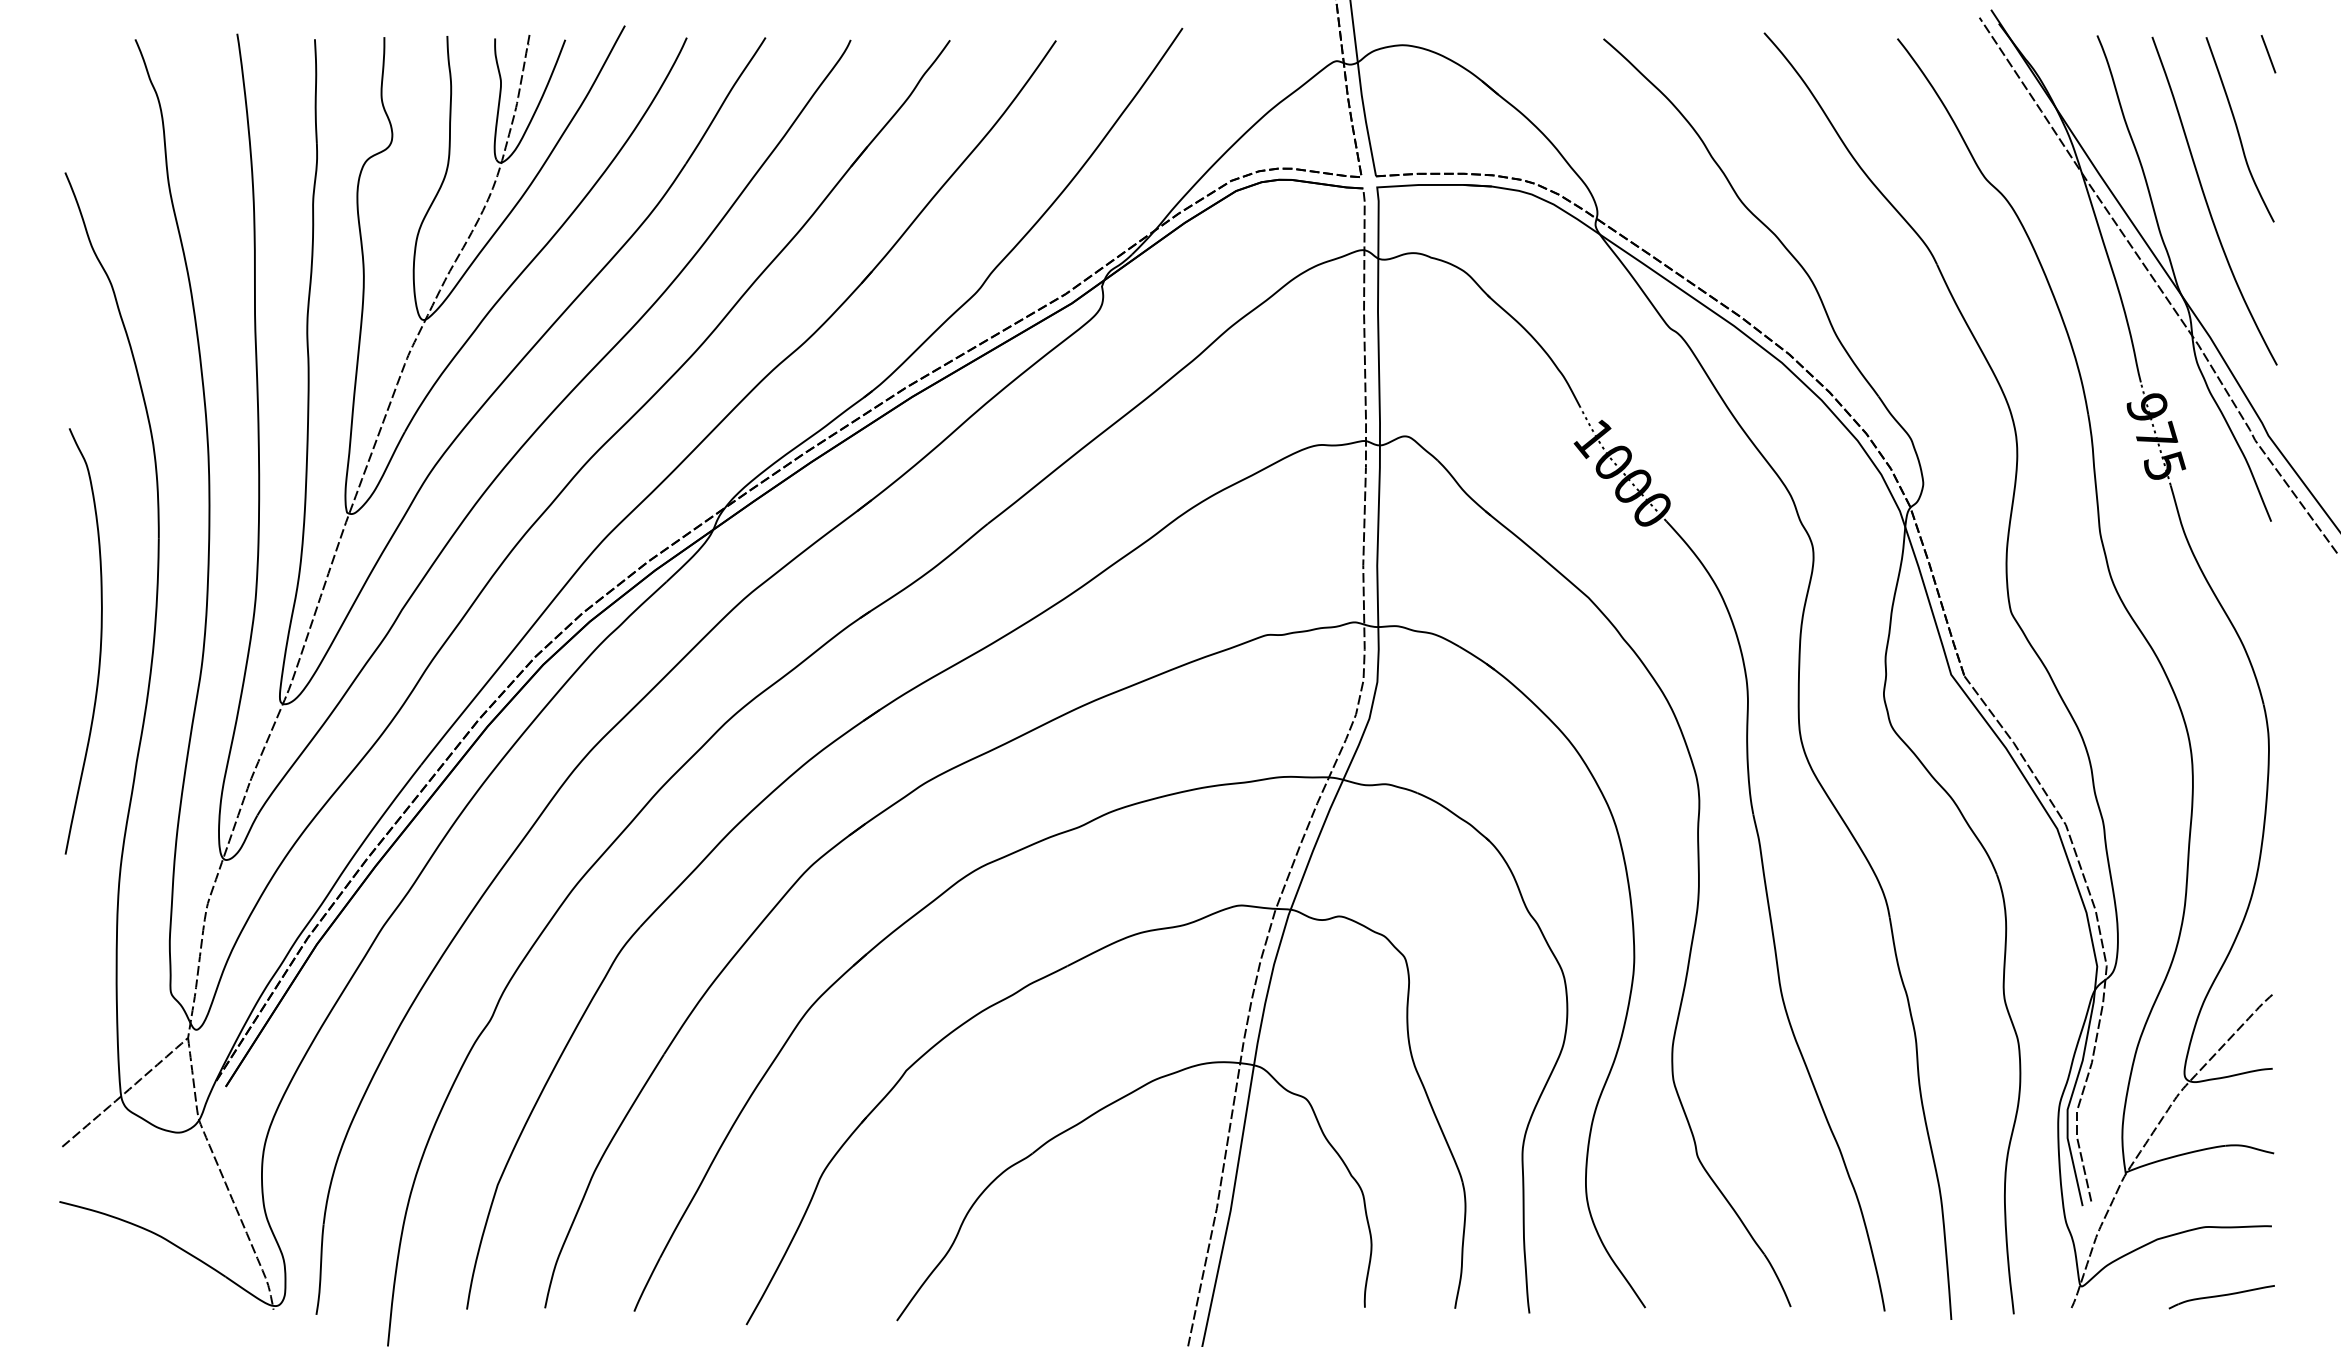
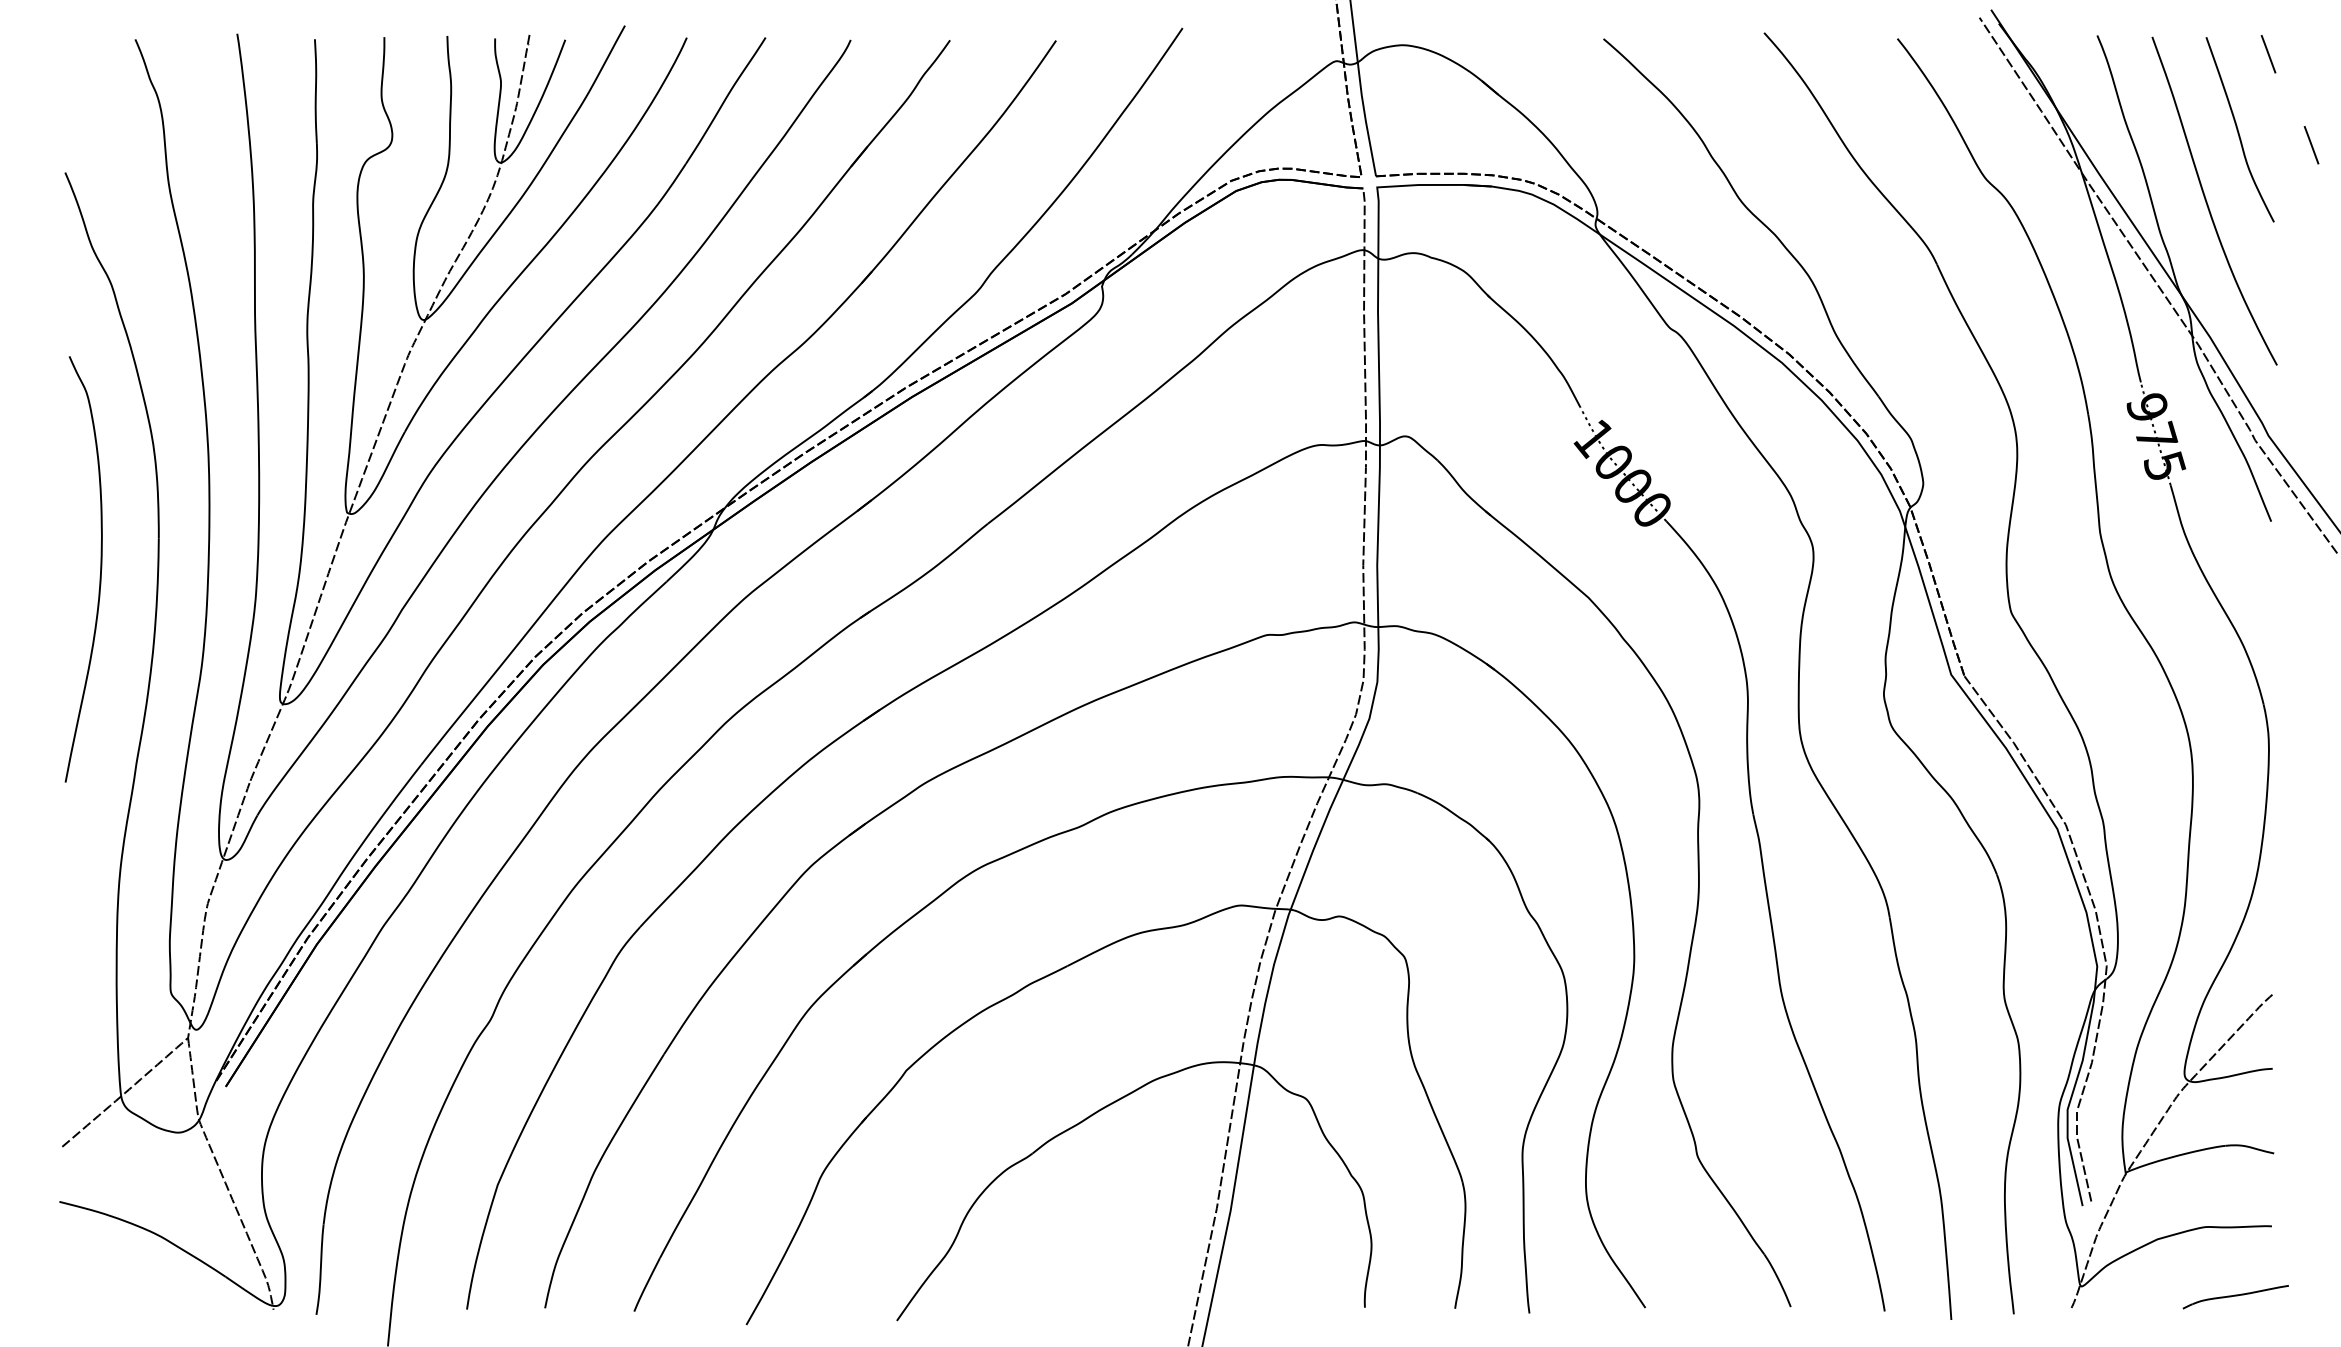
line at (2311, 145): none -> present
curve at (100, 641) position: (100, 641) -> (100, 569)
part at (2221, 1297) position: (2221, 1297) -> (2235, 1297)
